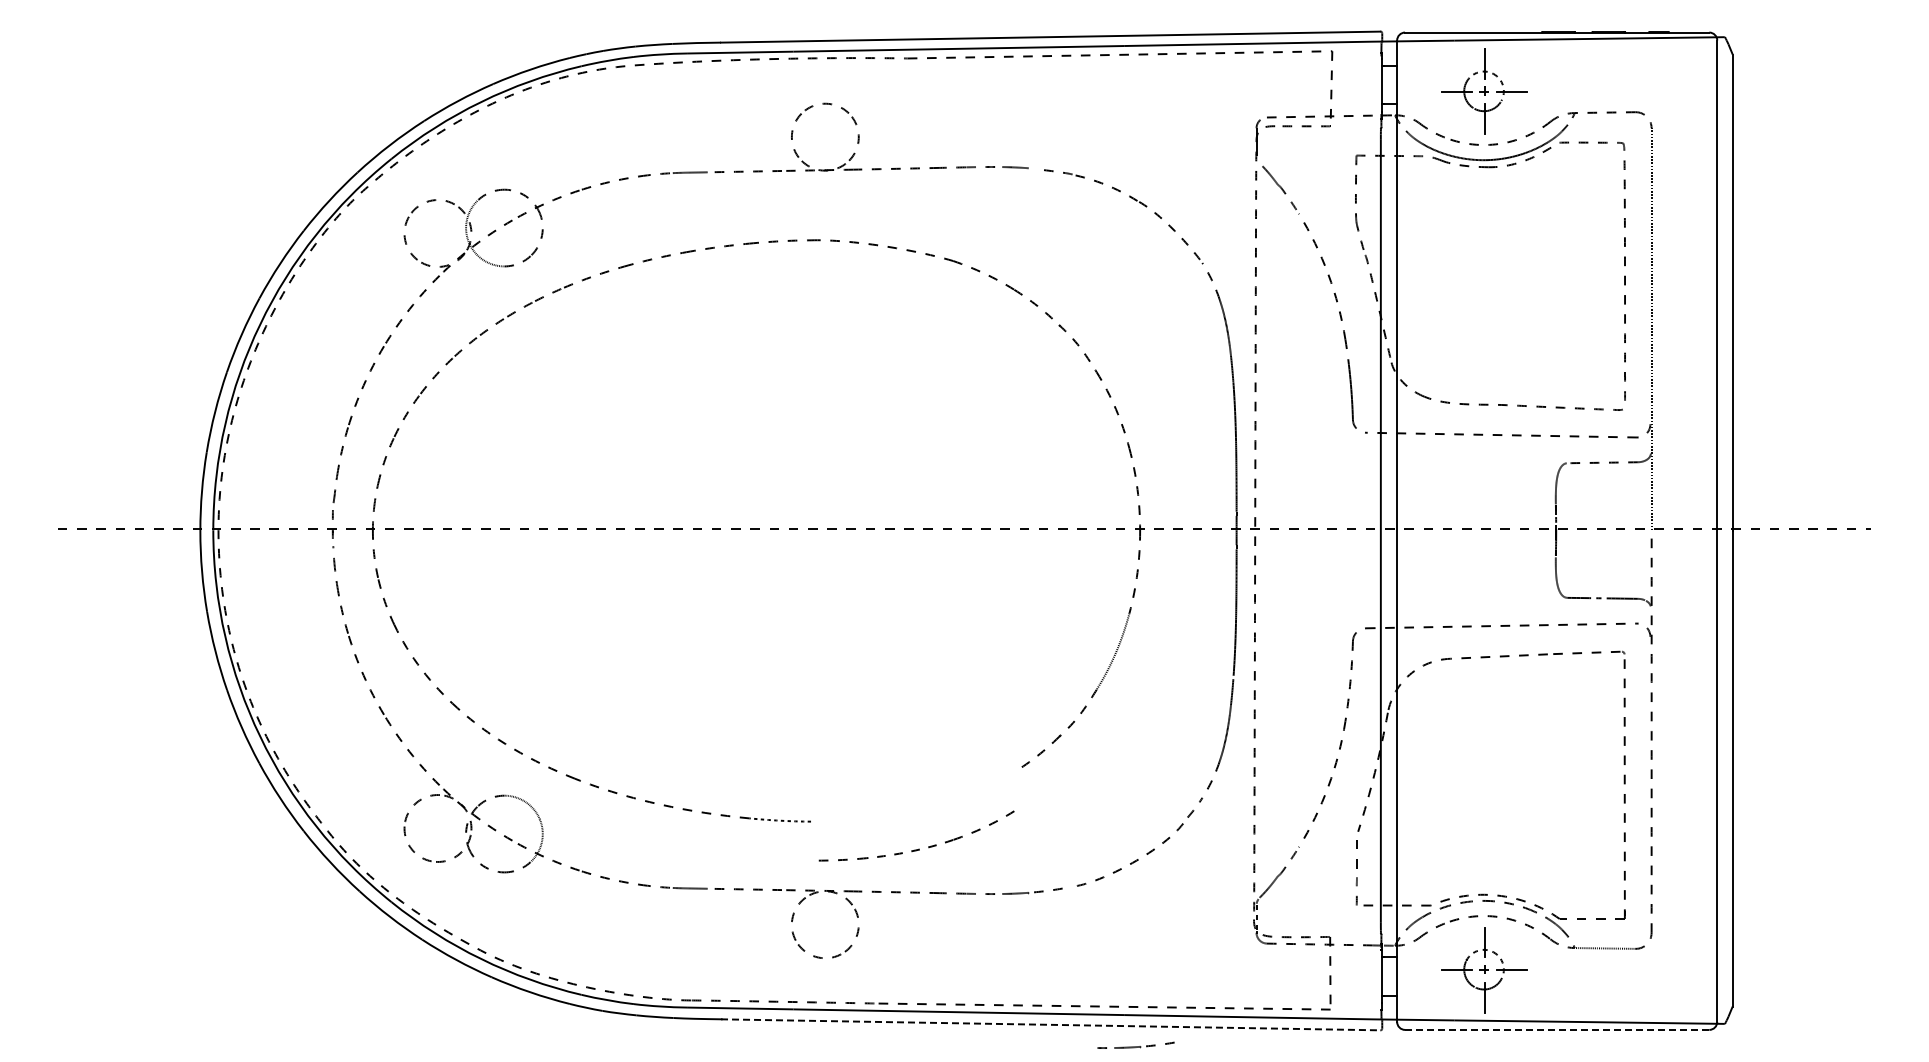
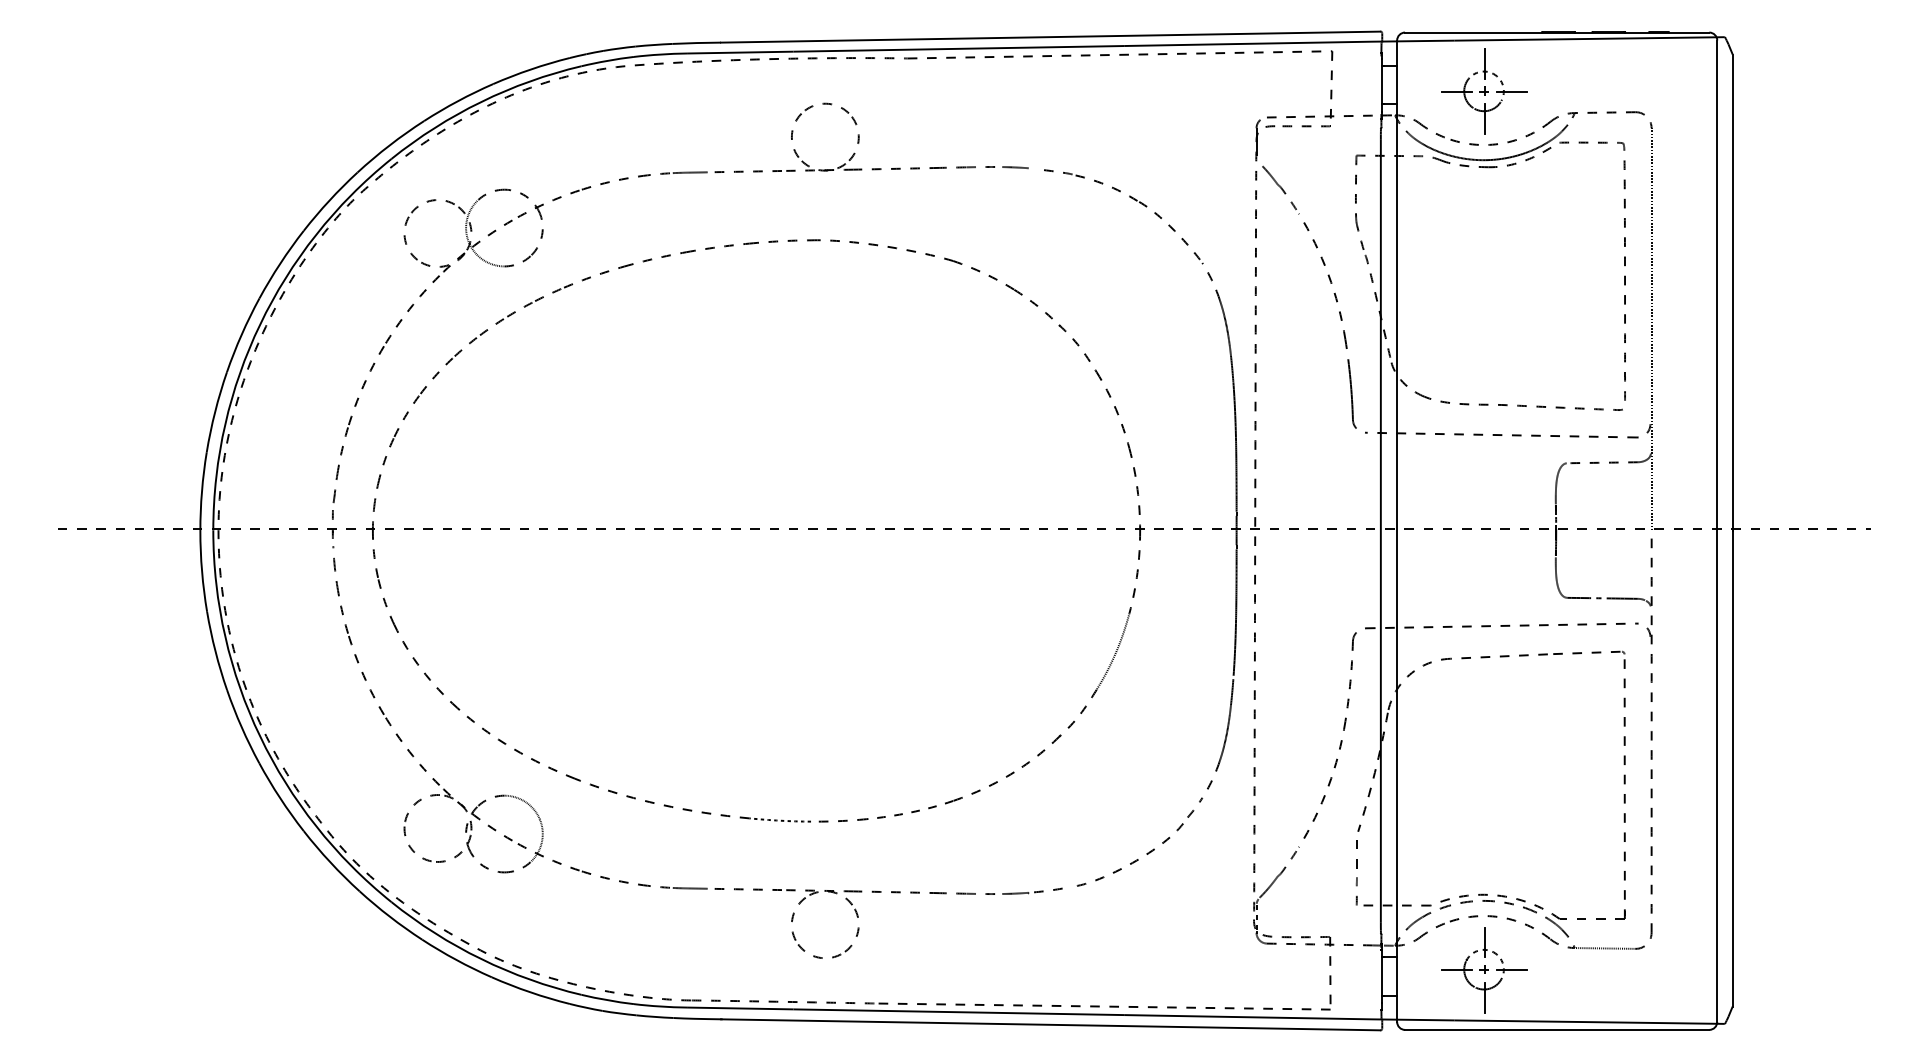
part at (918, 848) position: (918, 848) -> (918, 809)
line at (1050, 1024): dashed -> solid
line at (1556, 1029): dashed -> solid
part at (1135, 1044): present -> none
